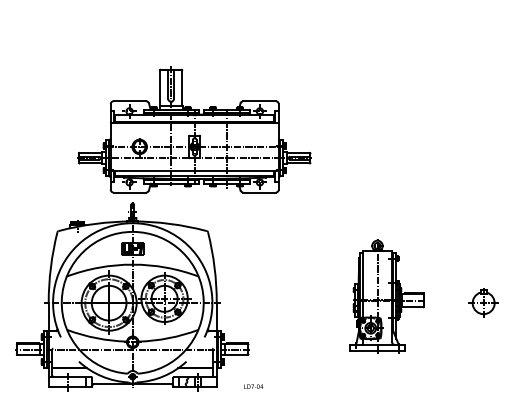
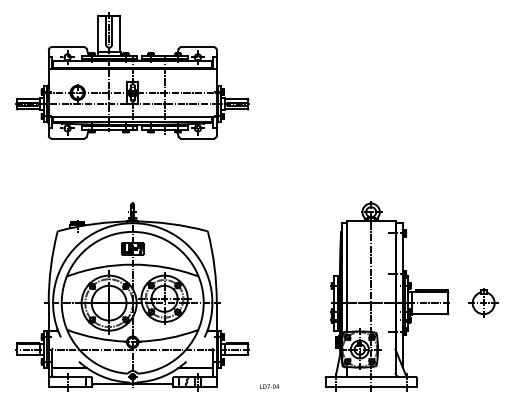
part at (194, 129) position: (194, 129) -> (132, 75)
part at (386, 296) size: 76x115 px -> 126x191 px
text at (253, 386) position: (253, 386) -> (269, 386)
